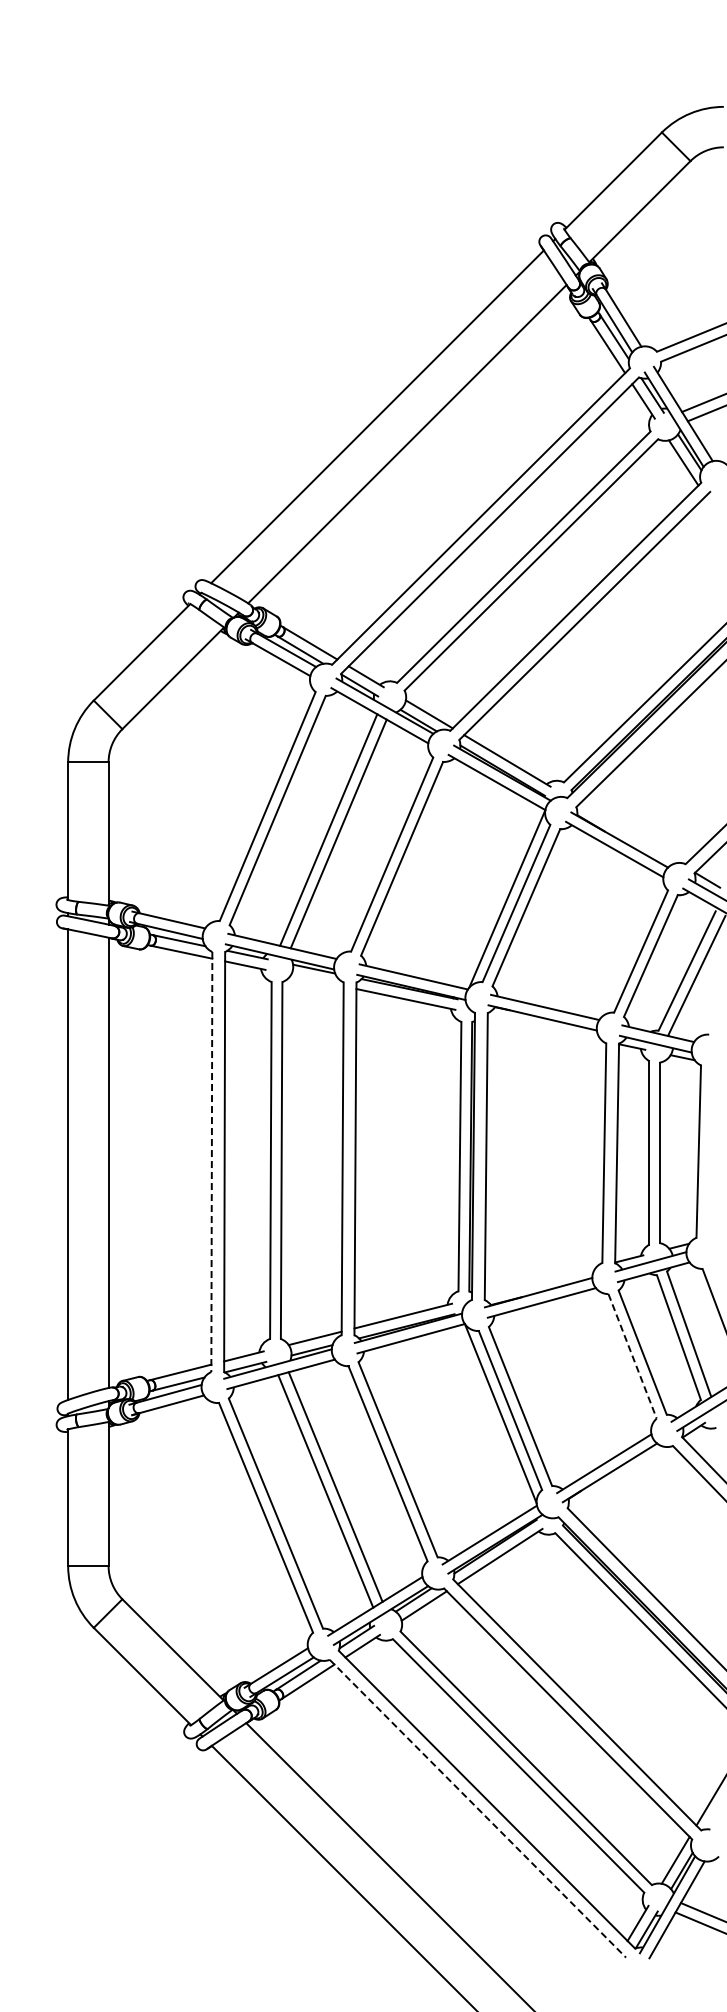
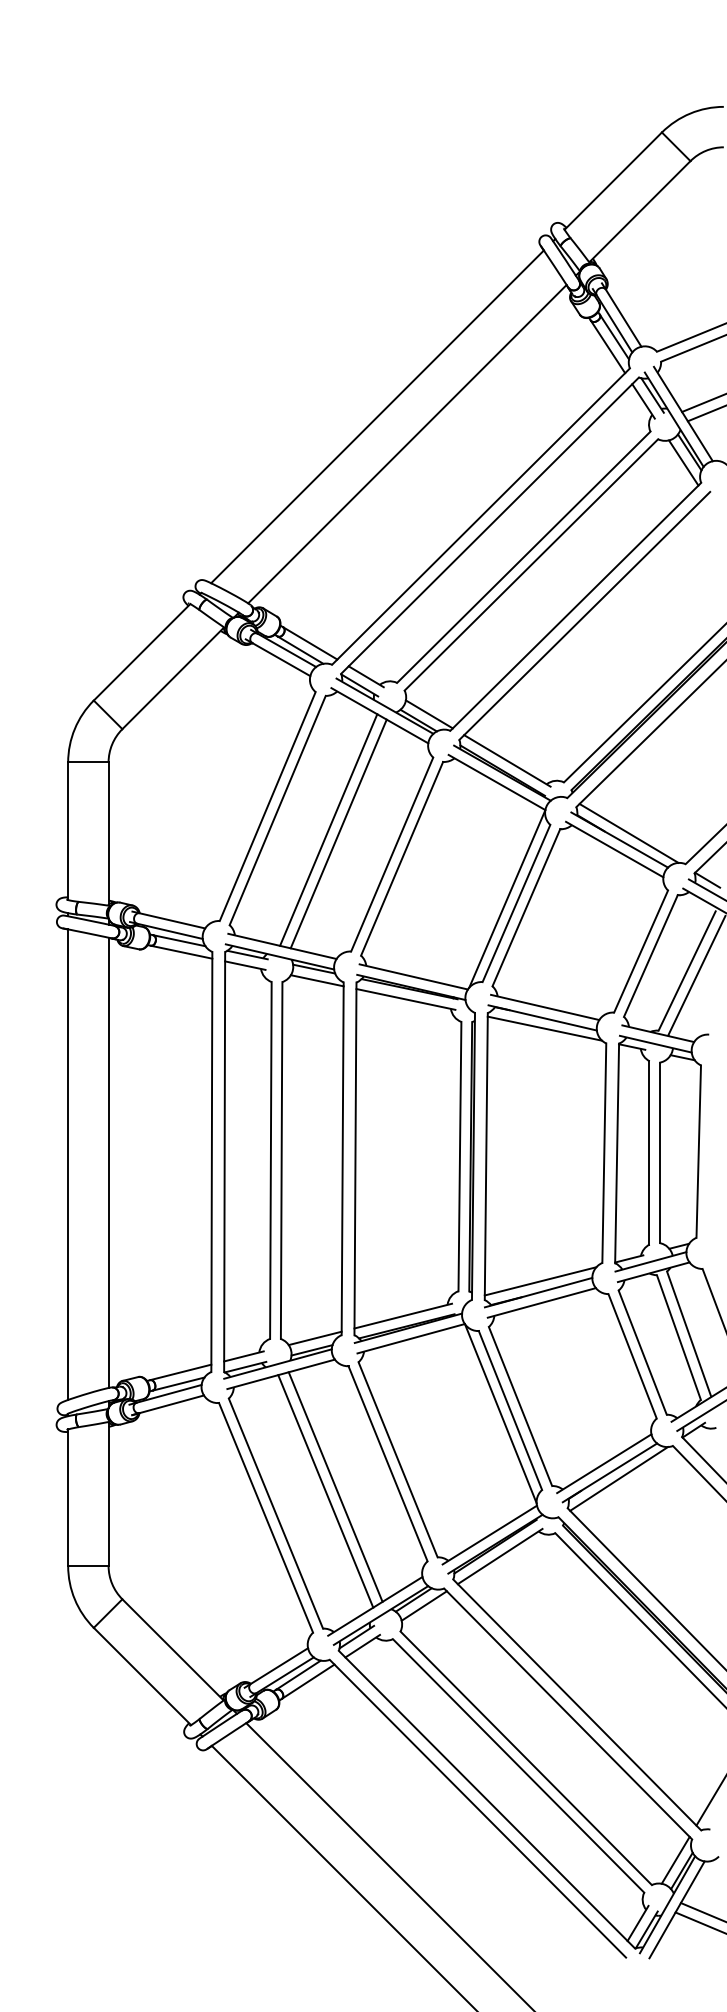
line at (628, 833): none -> present
line at (316, 980): none -> present
line at (544, 1028): none -> present
line at (211, 1162): dashed -> solid
line at (540, 1281): none -> present
line at (632, 1356): dashed -> solid
line at (619, 1478): none -> present
line at (478, 1809): dashed -> solid
